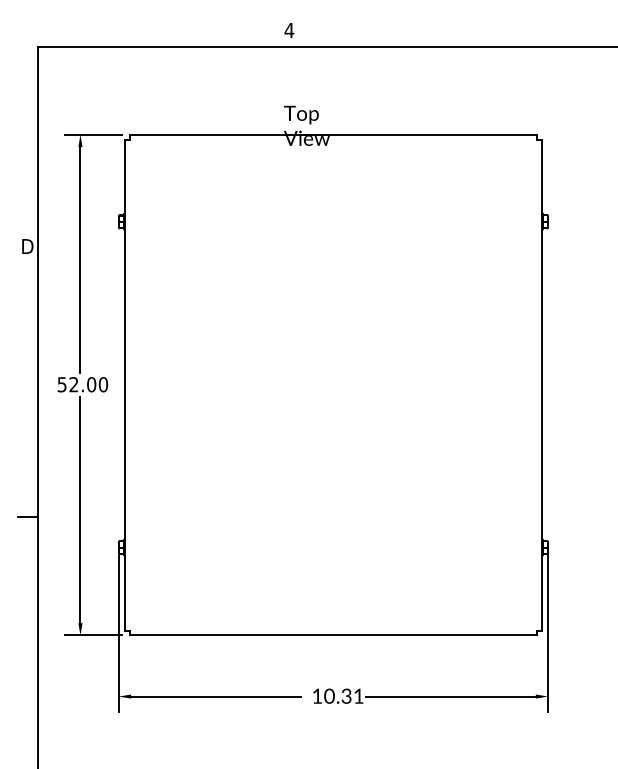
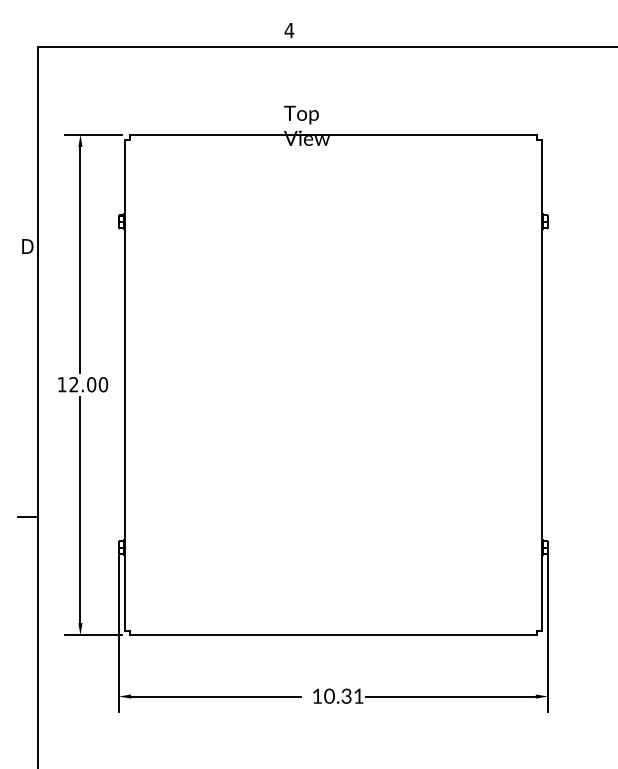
text at (61, 384): 52.00 -> 12.00
